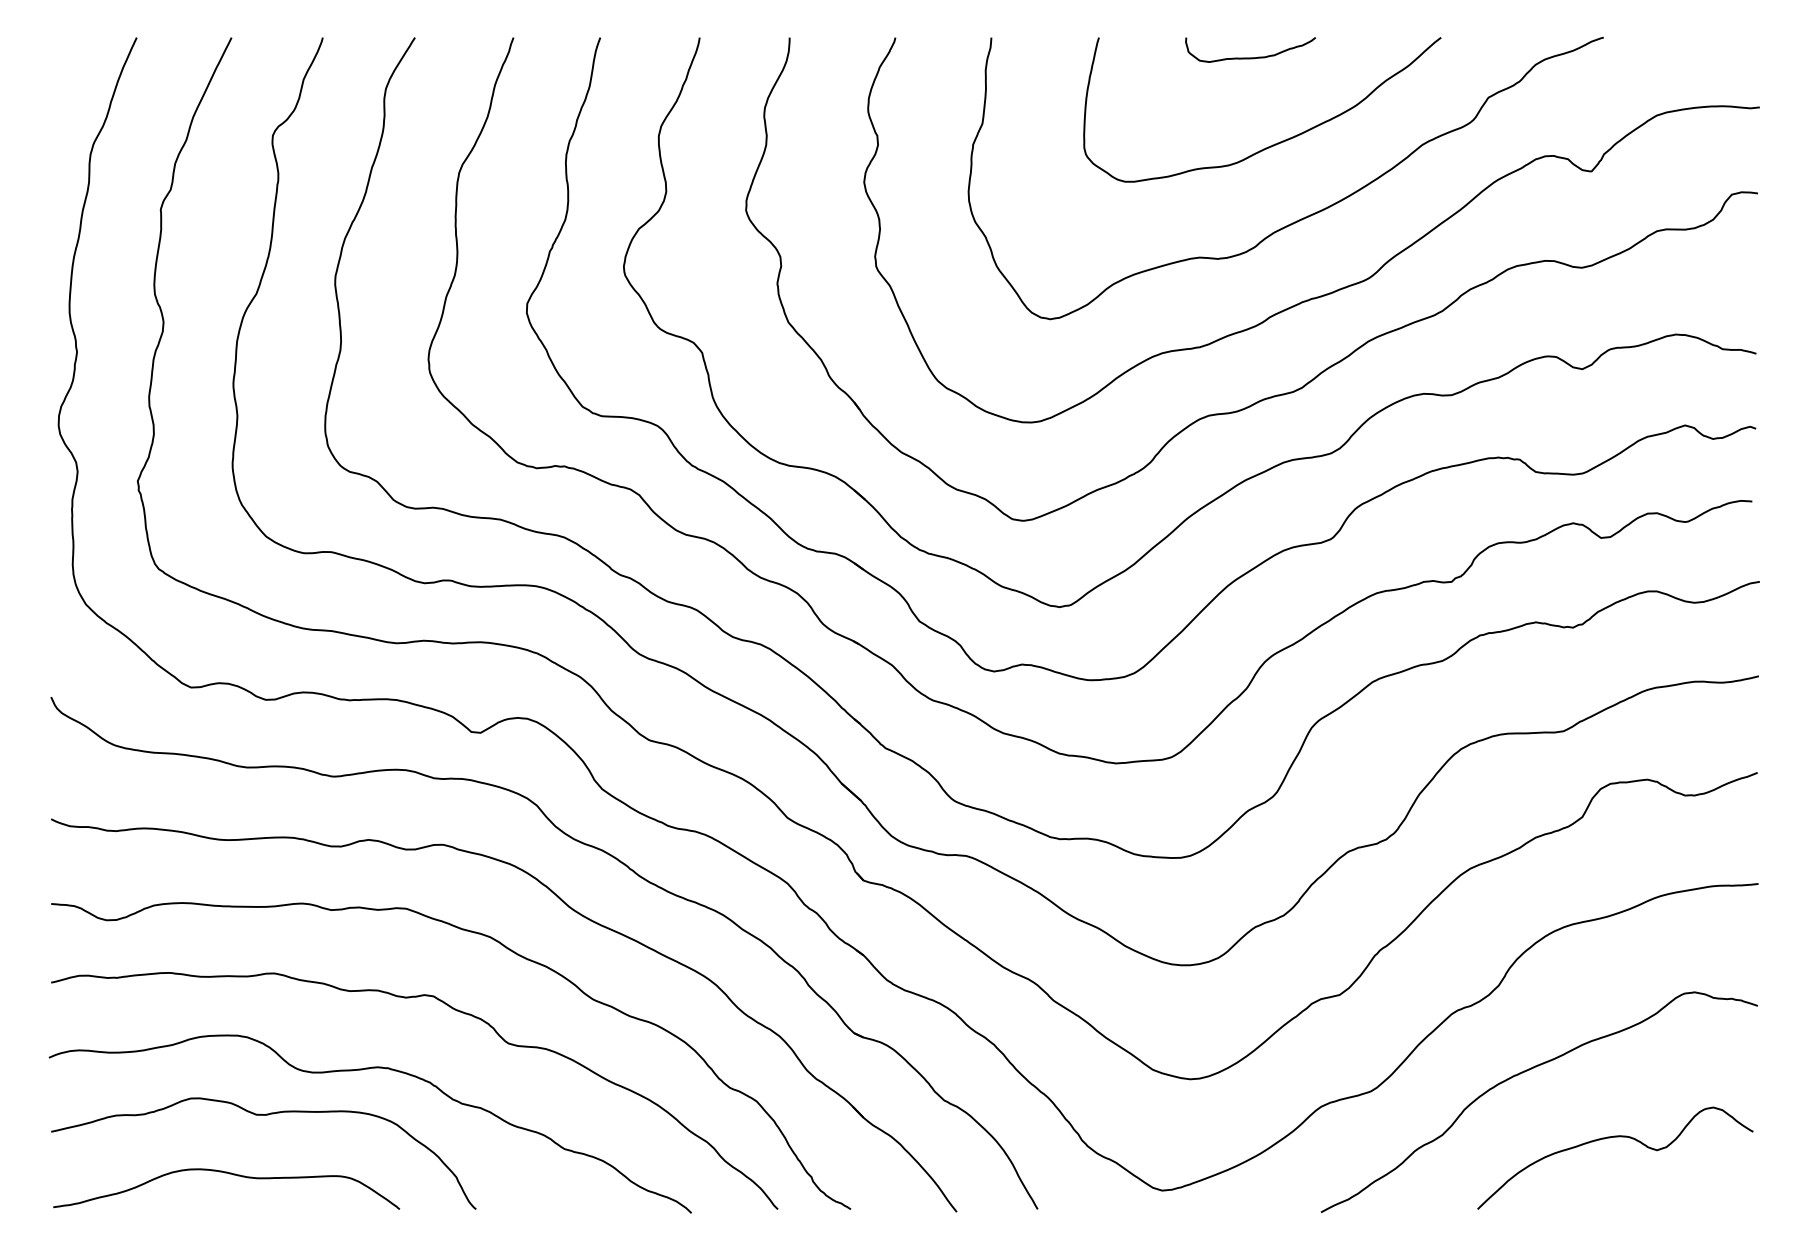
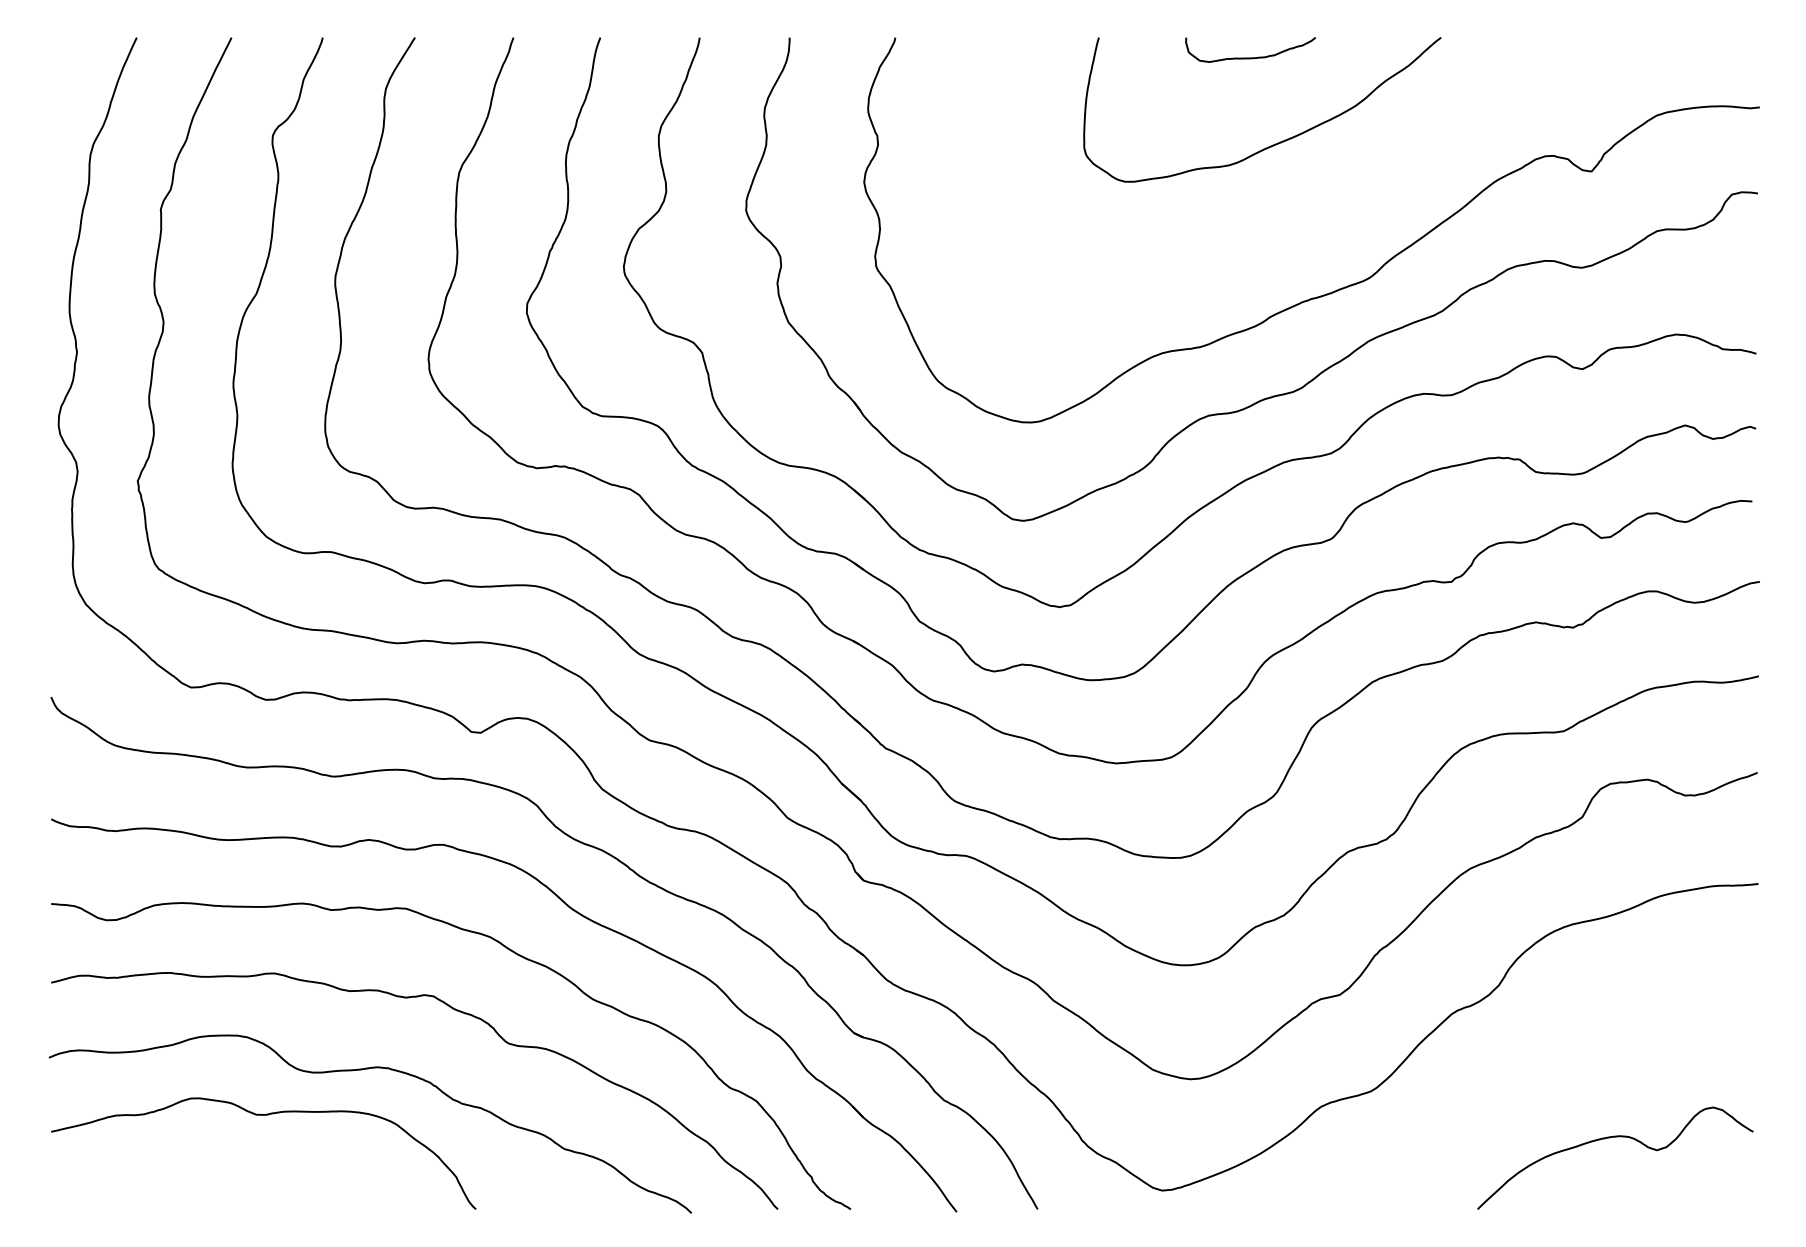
curve at (1305, 216): present -> none
curve at (1525, 1072): present -> none
curve at (229, 1174): present -> none
